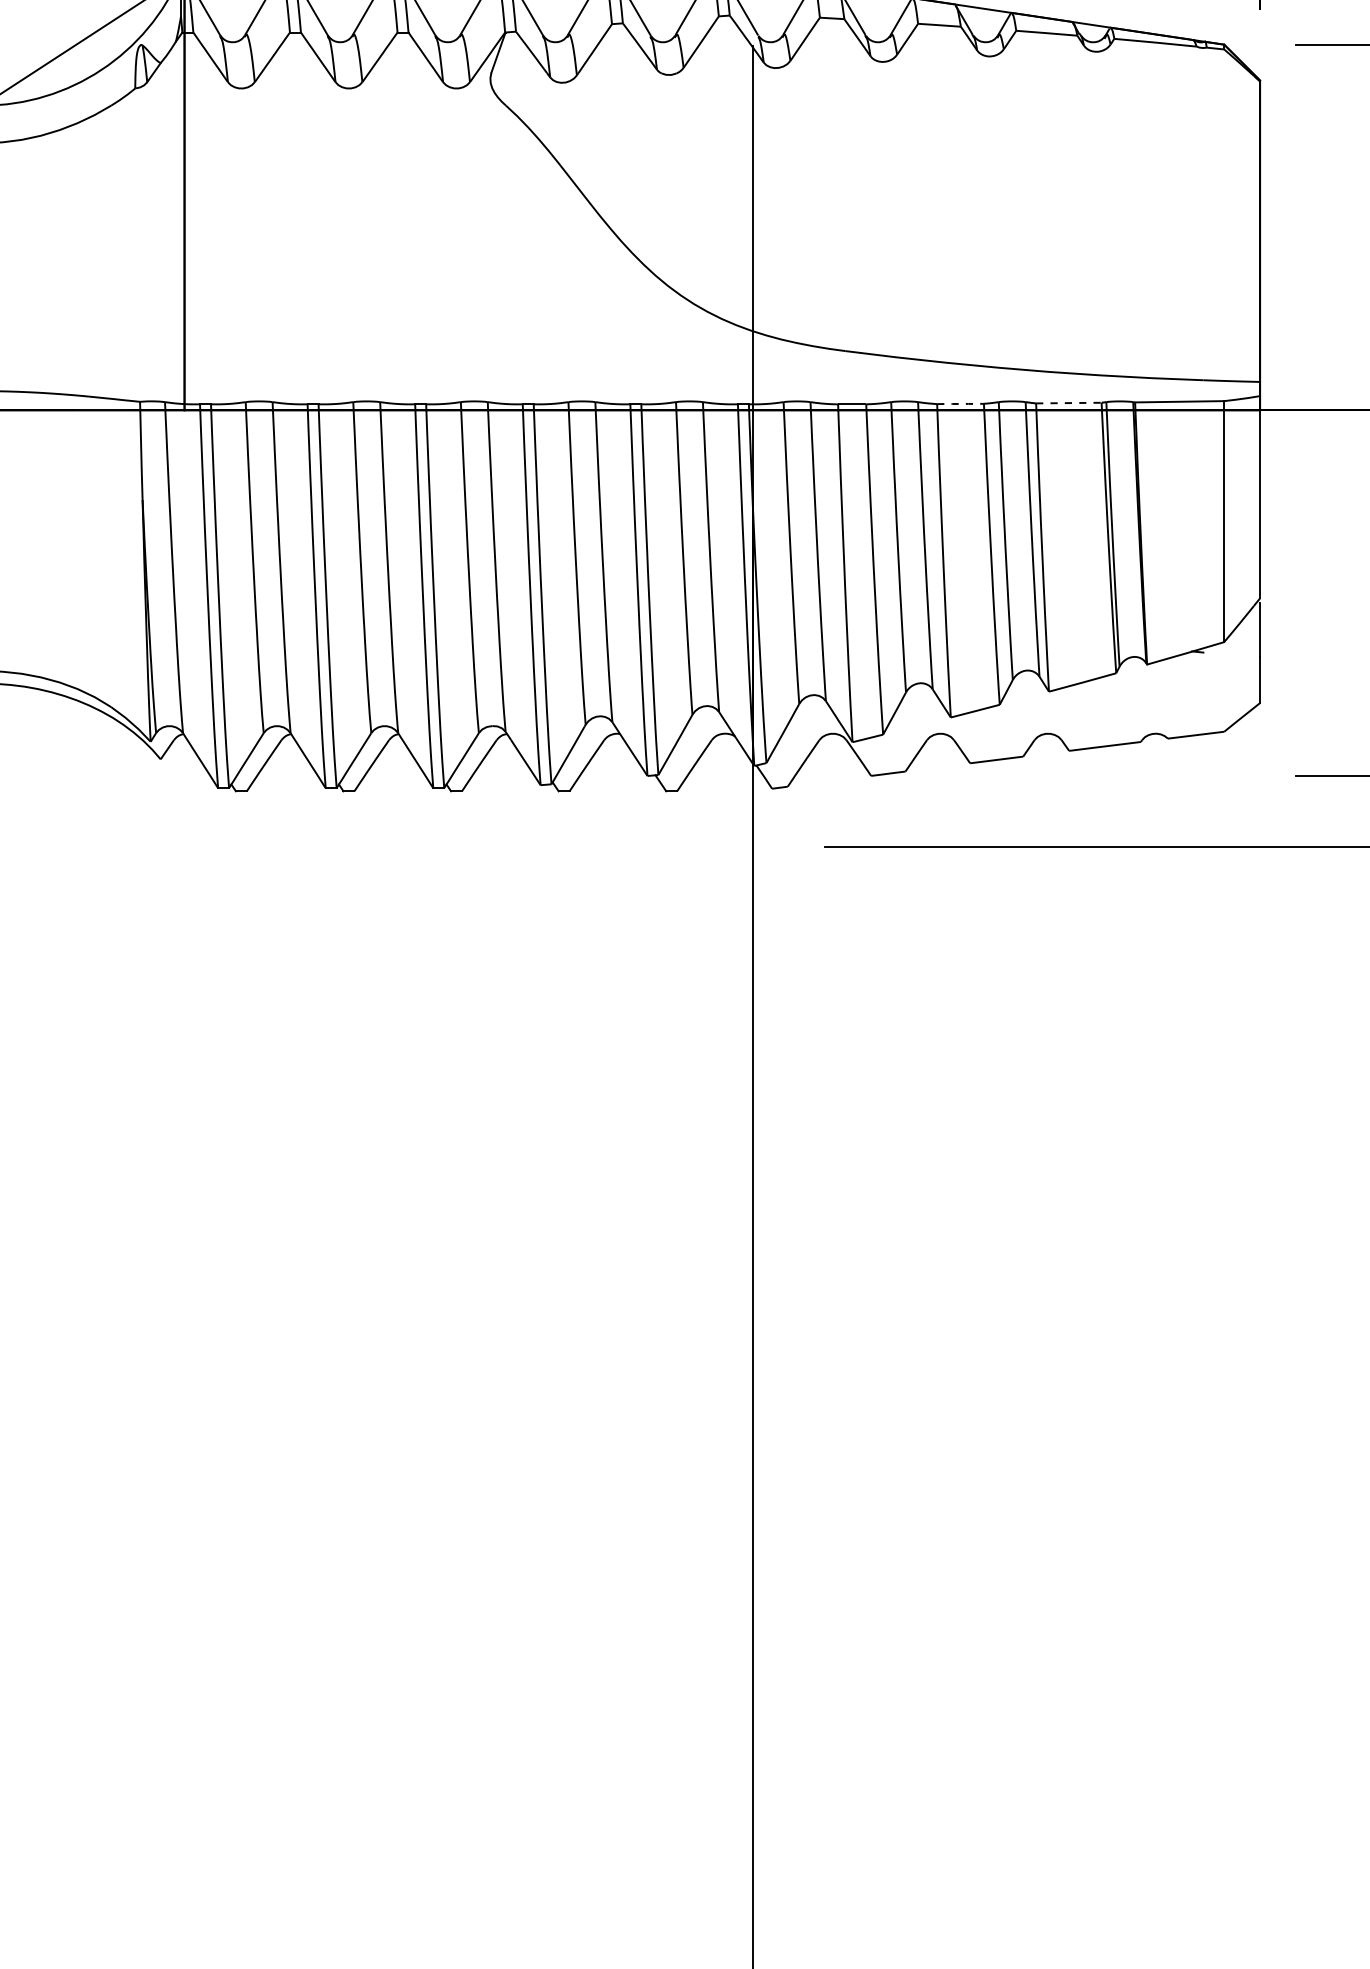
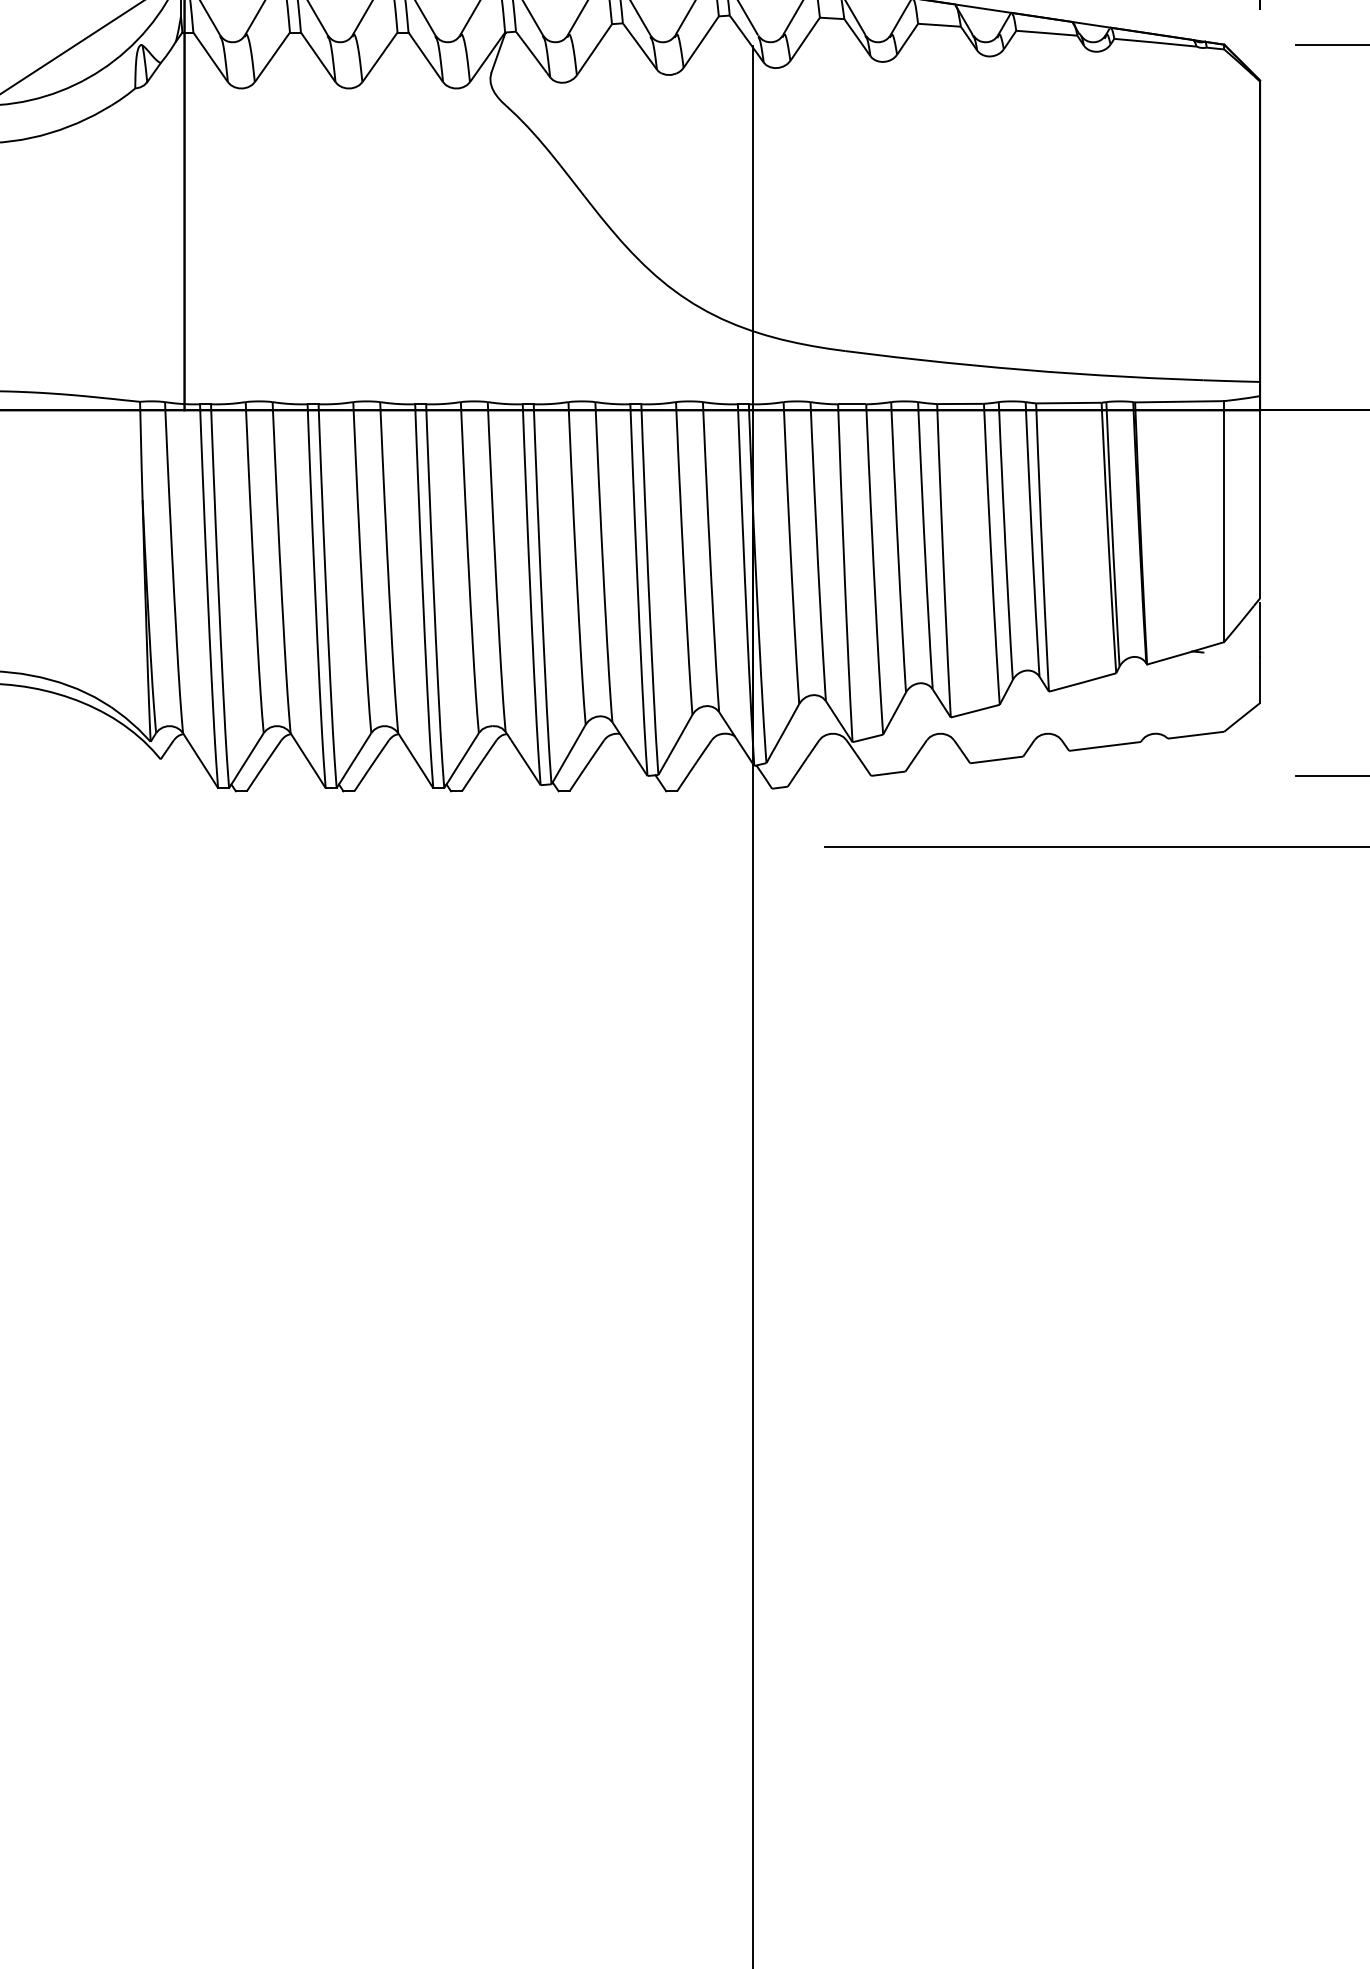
line at (960, 403): dashed -> solid
line at (1068, 403): dashed -> solid
